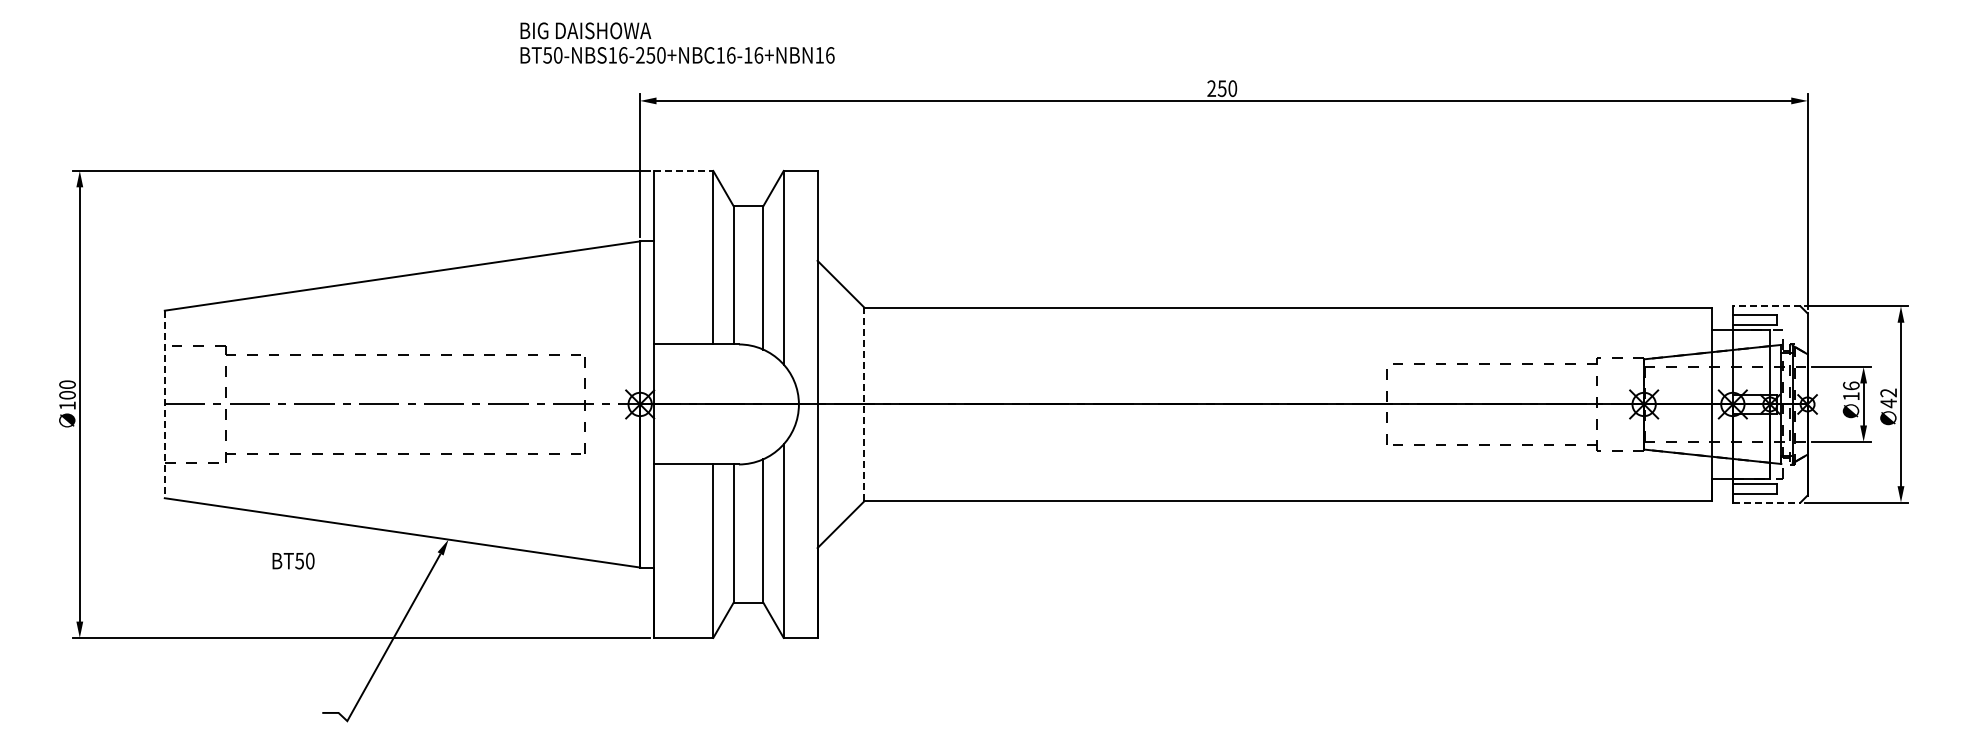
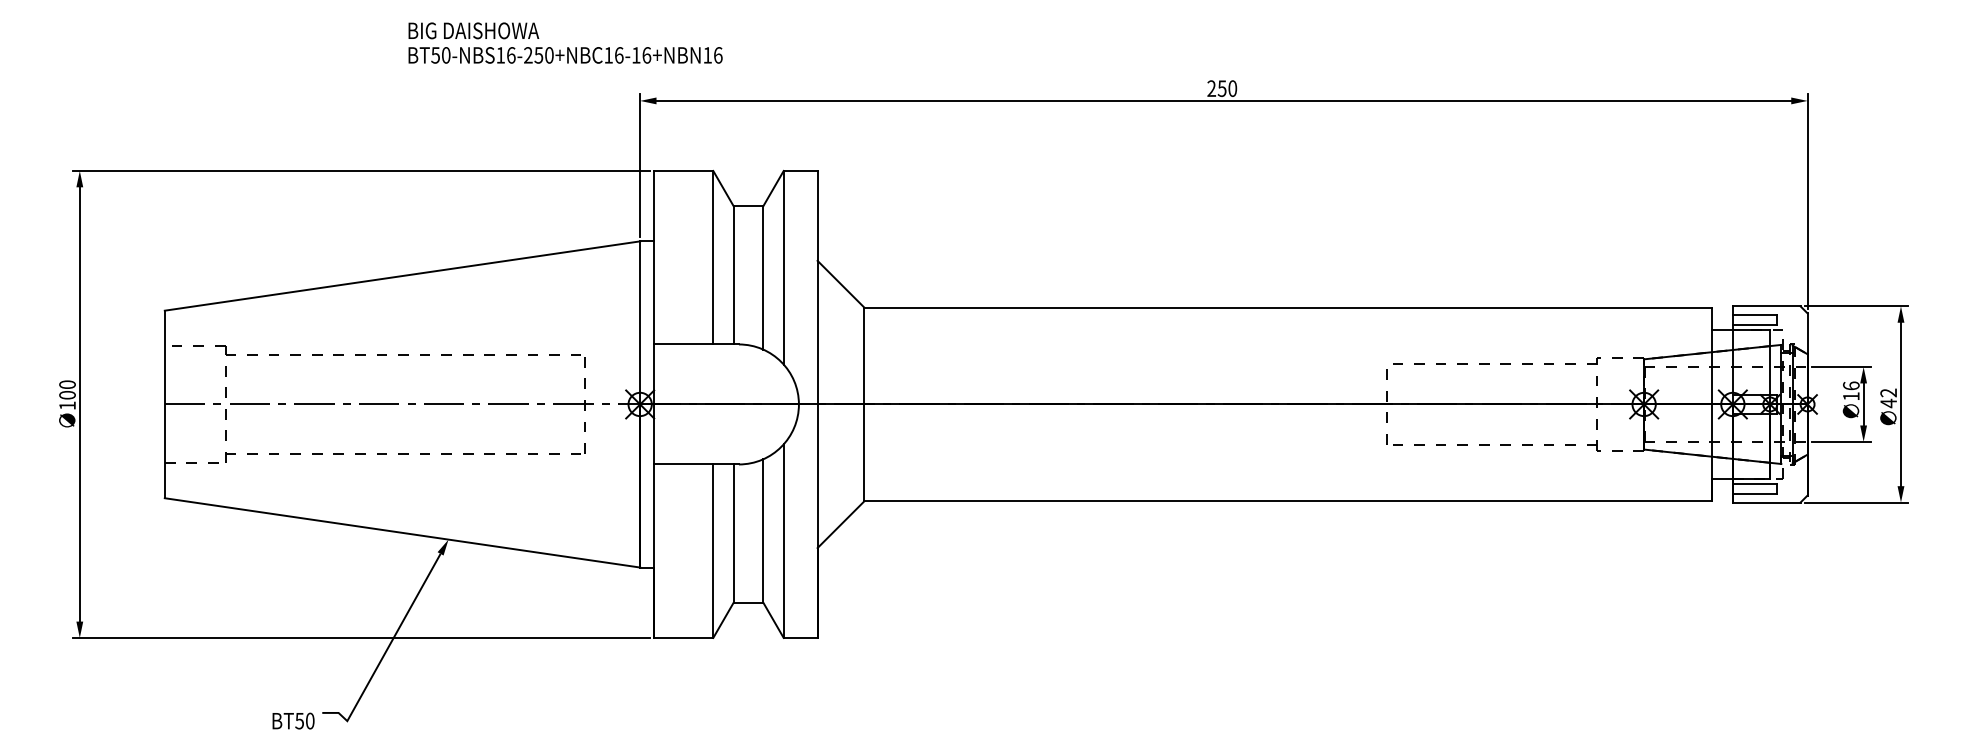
text at (677, 42) position: (677, 42) -> (565, 42)
line at (683, 170): dashed -> solid
line at (1766, 306): dashed -> solid
line at (164, 404): dashed -> solid
line at (864, 404): dashed -> solid
line at (1766, 502): dashed -> solid
text at (293, 560) position: (293, 560) -> (293, 720)
